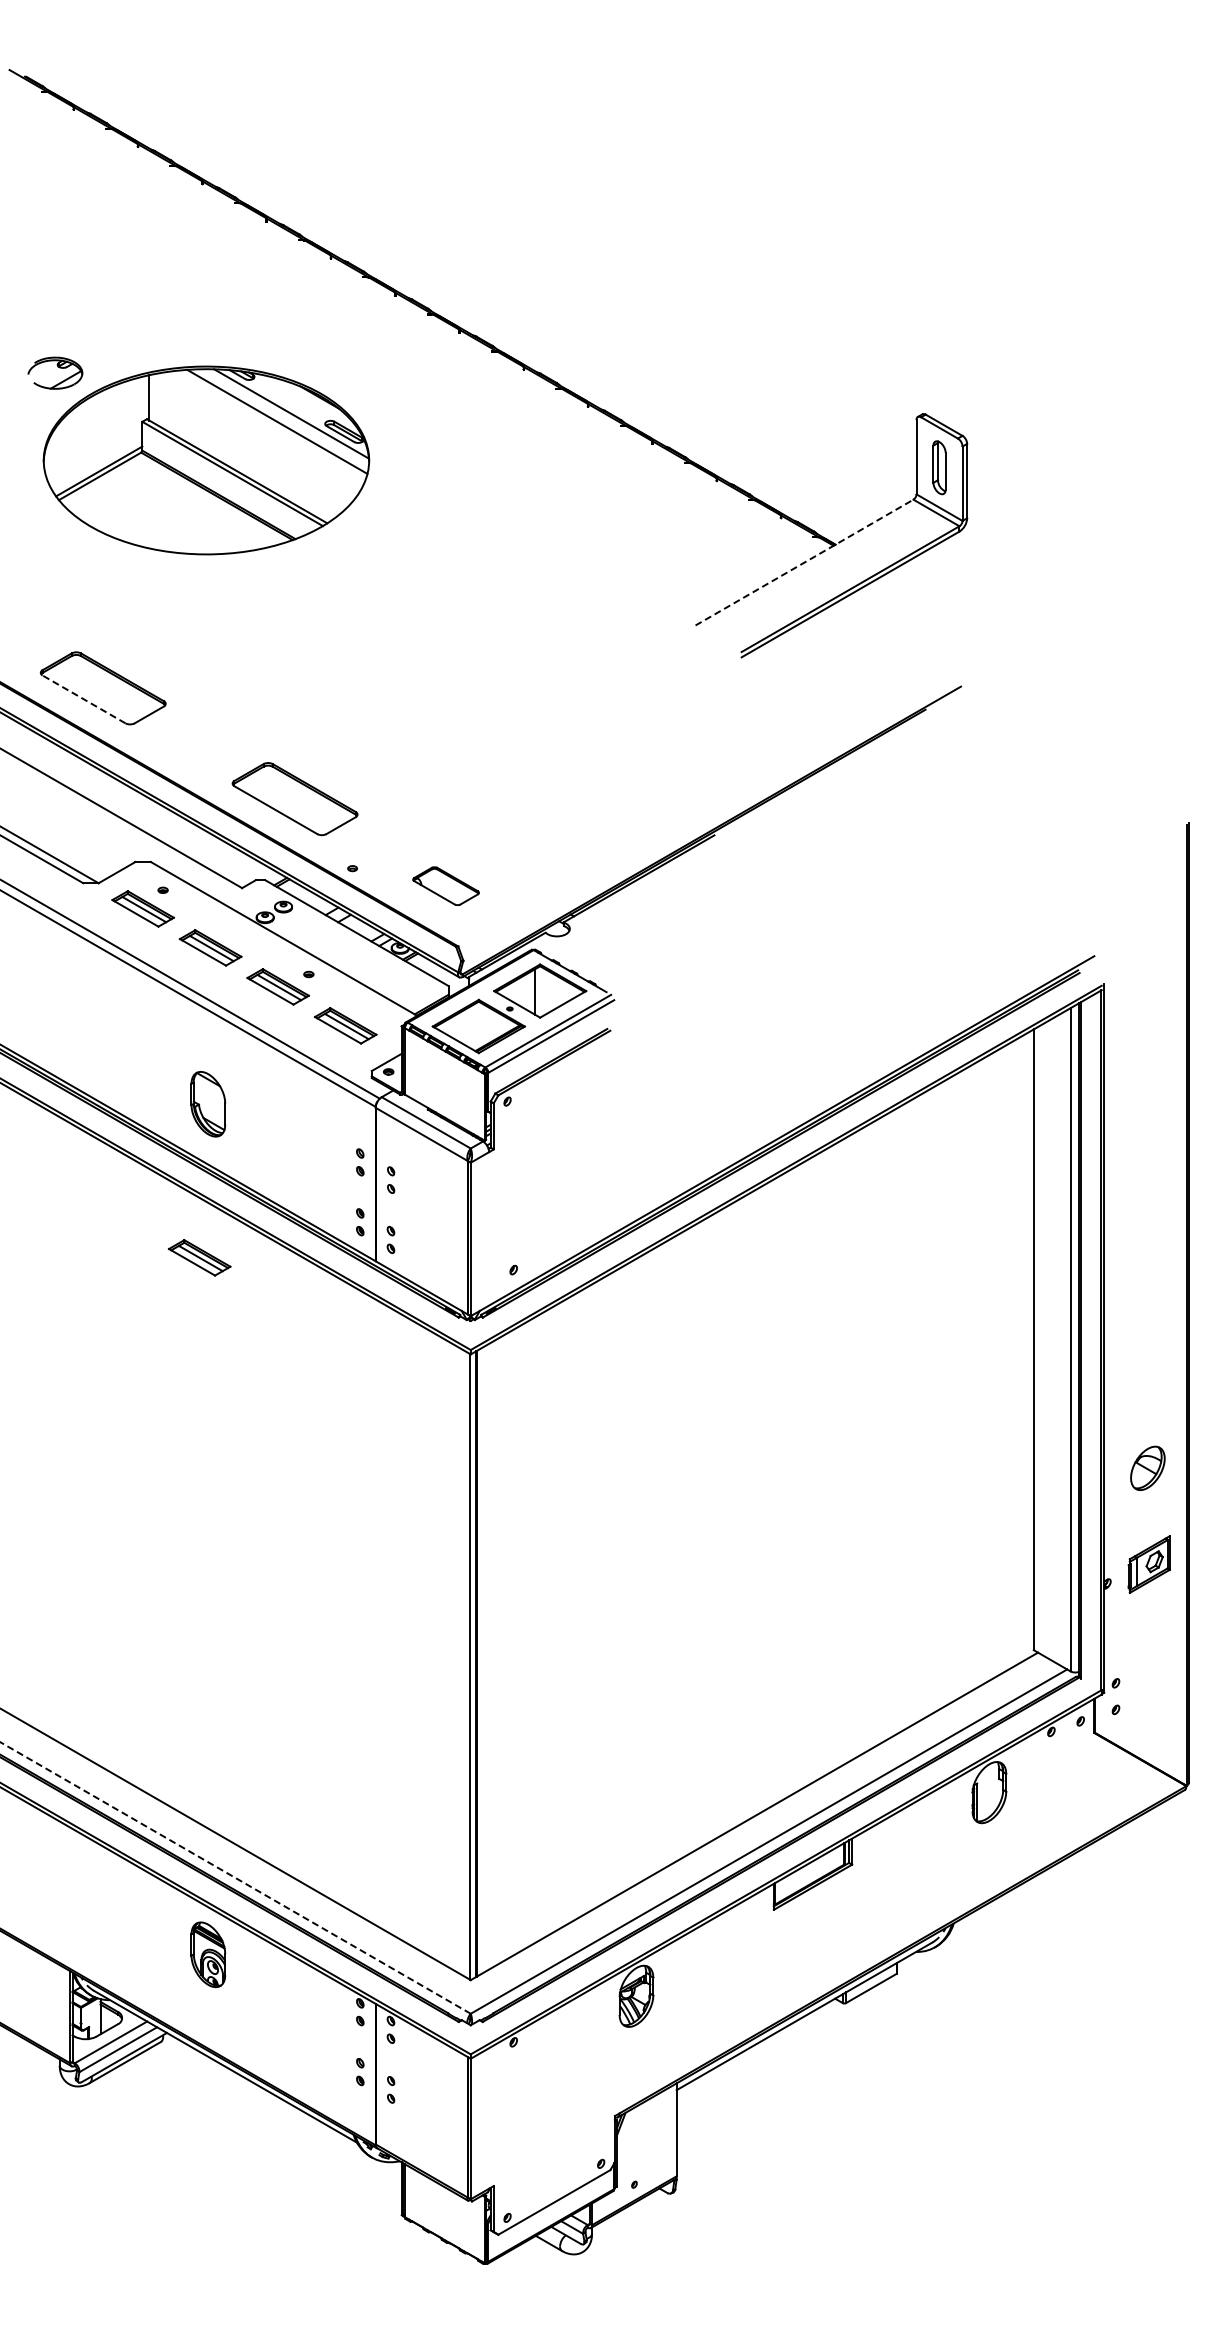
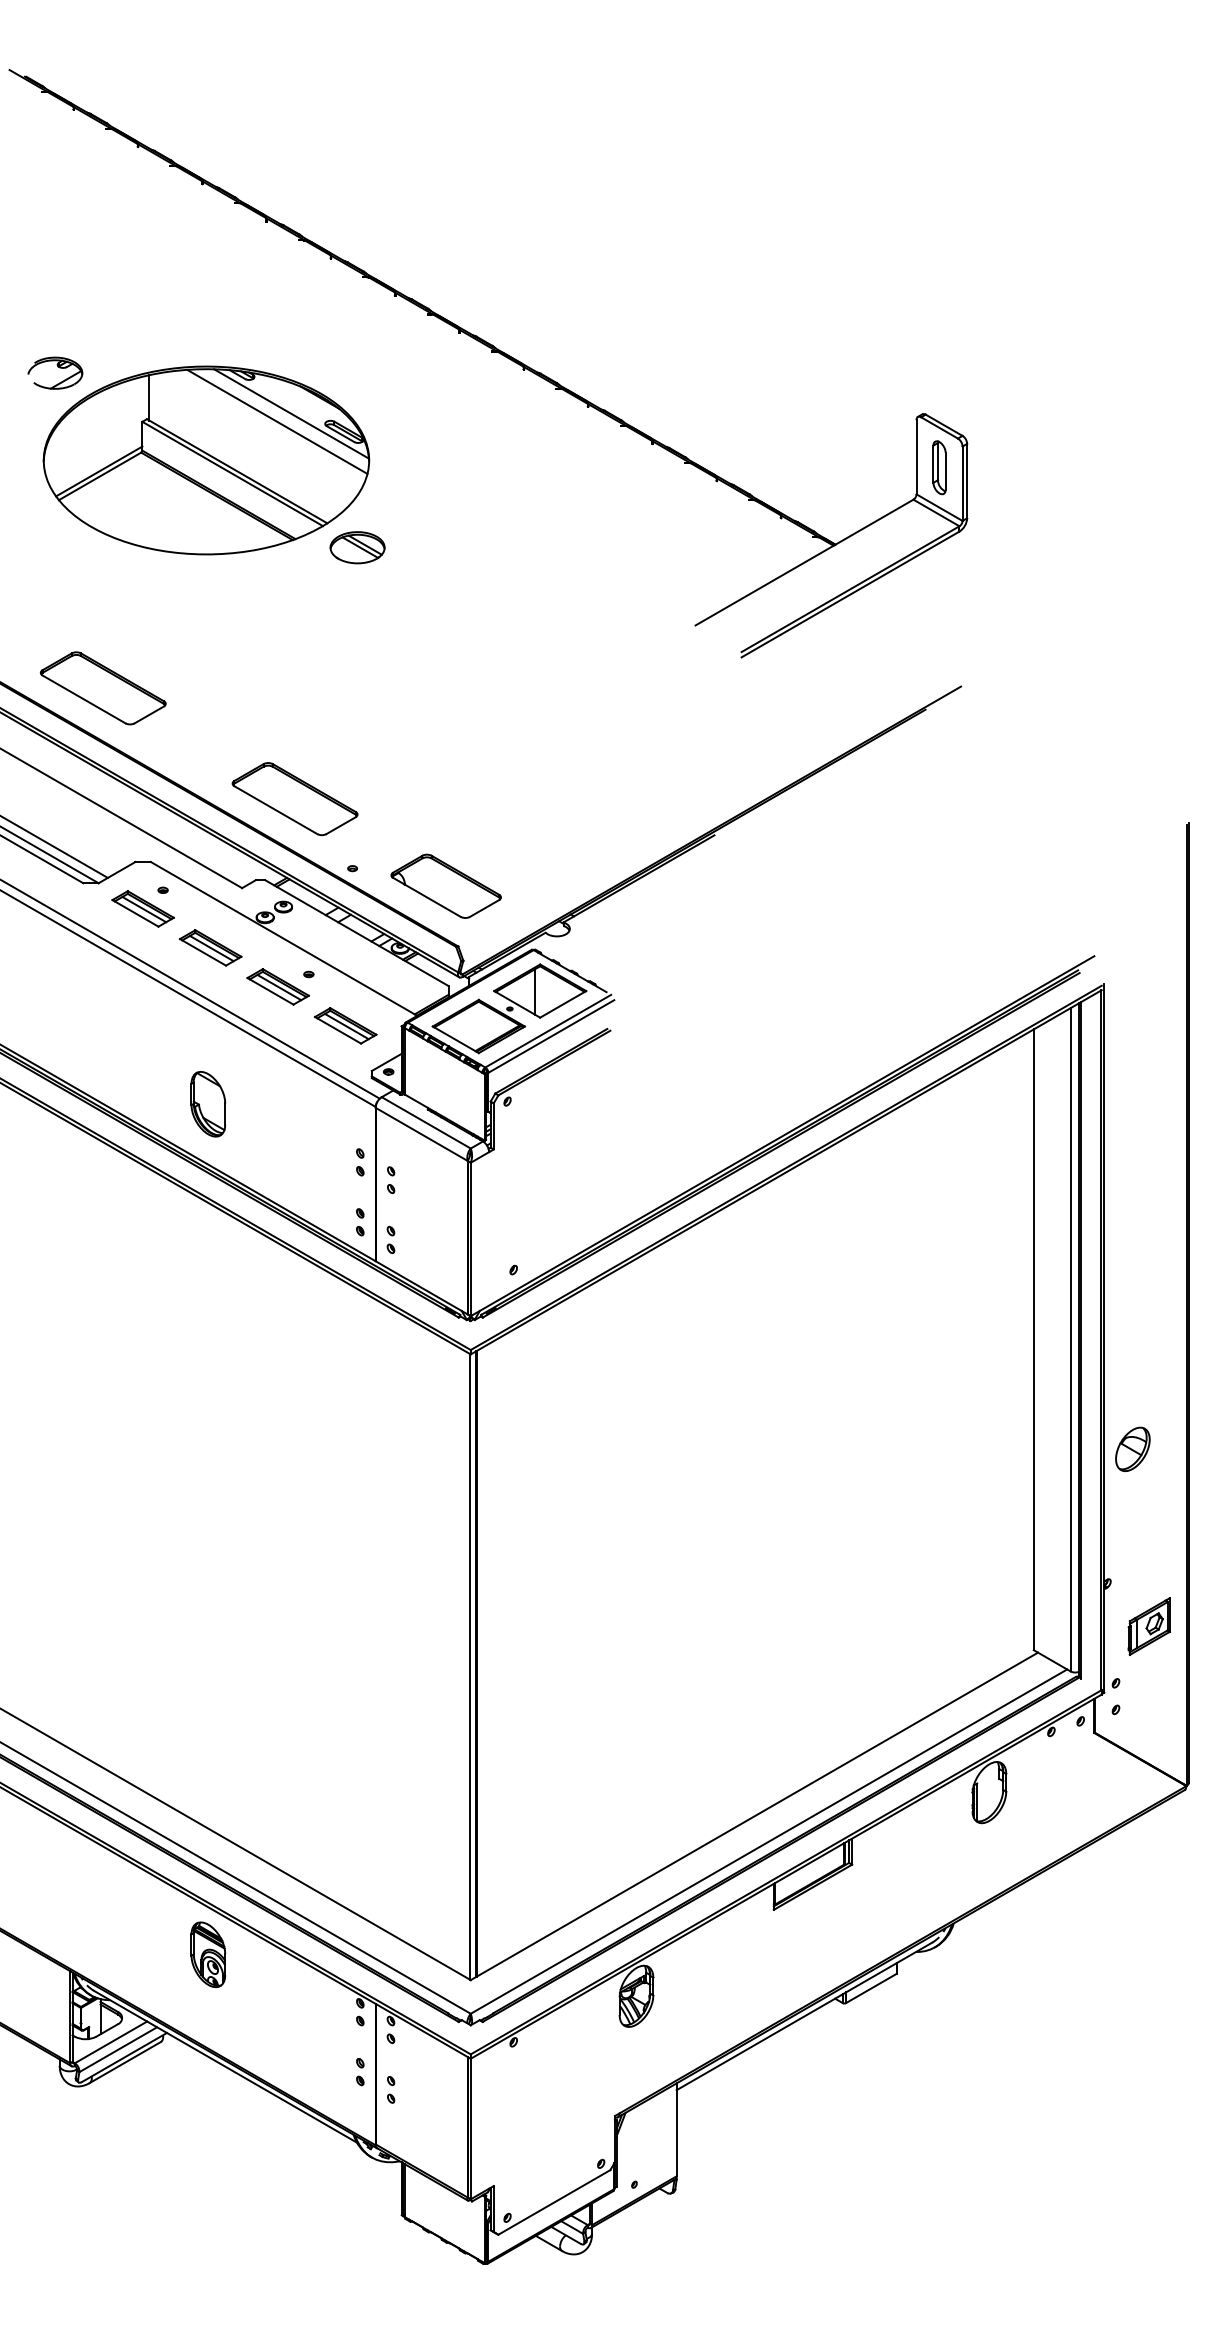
part at (357, 547): none -> present
line at (804, 562): dashed -> solid
line at (84, 699): dashed -> solid
line at (54, 846): none -> present
part at (445, 885) size: 68x40 px -> 112x66 px
part at (199, 1257): present -> none
part at (1147, 1467) position: (1147, 1467) -> (1132, 1448)
part at (1148, 1564) position: (1148, 1564) -> (1148, 1626)
line at (235, 1877): dashed -> solid
